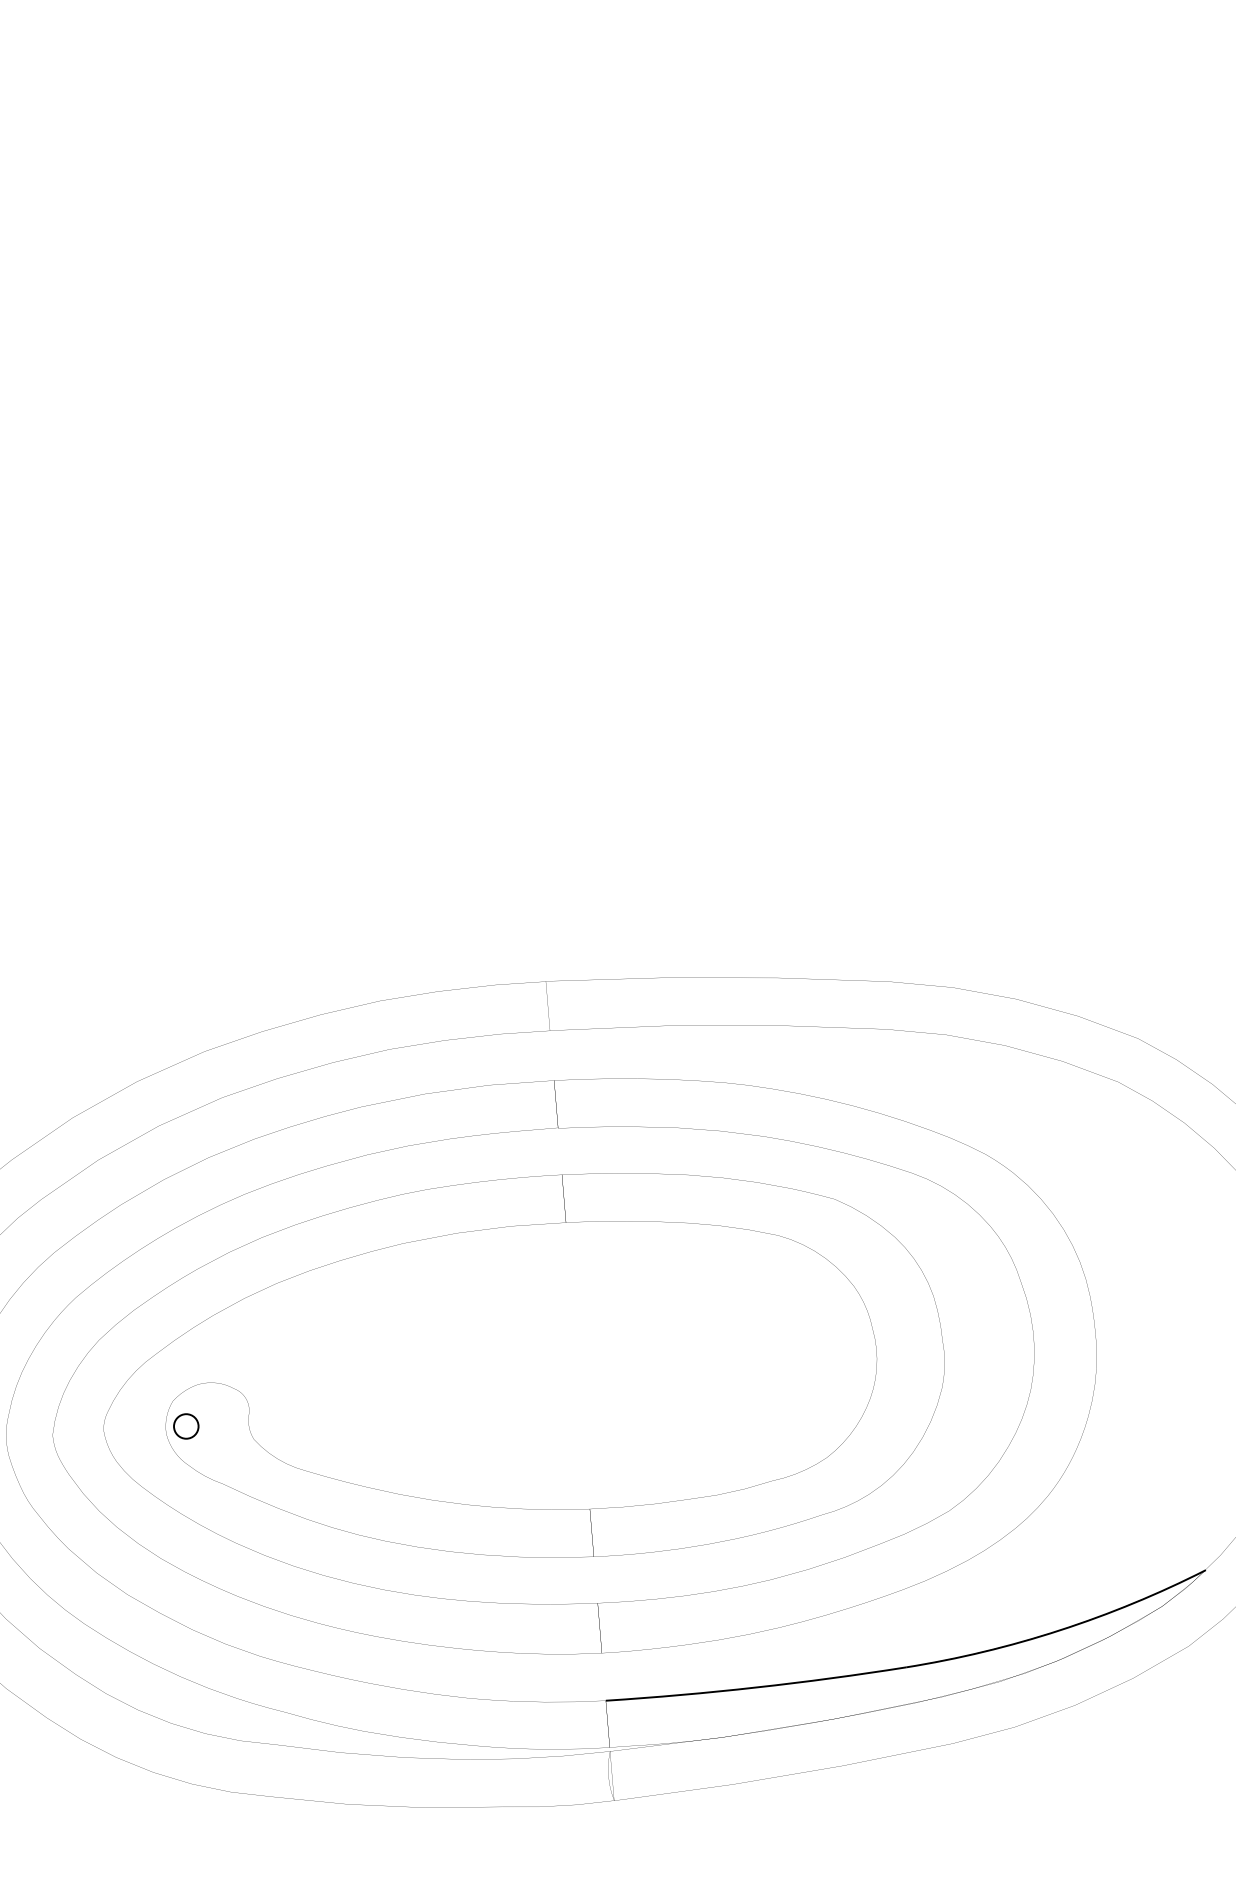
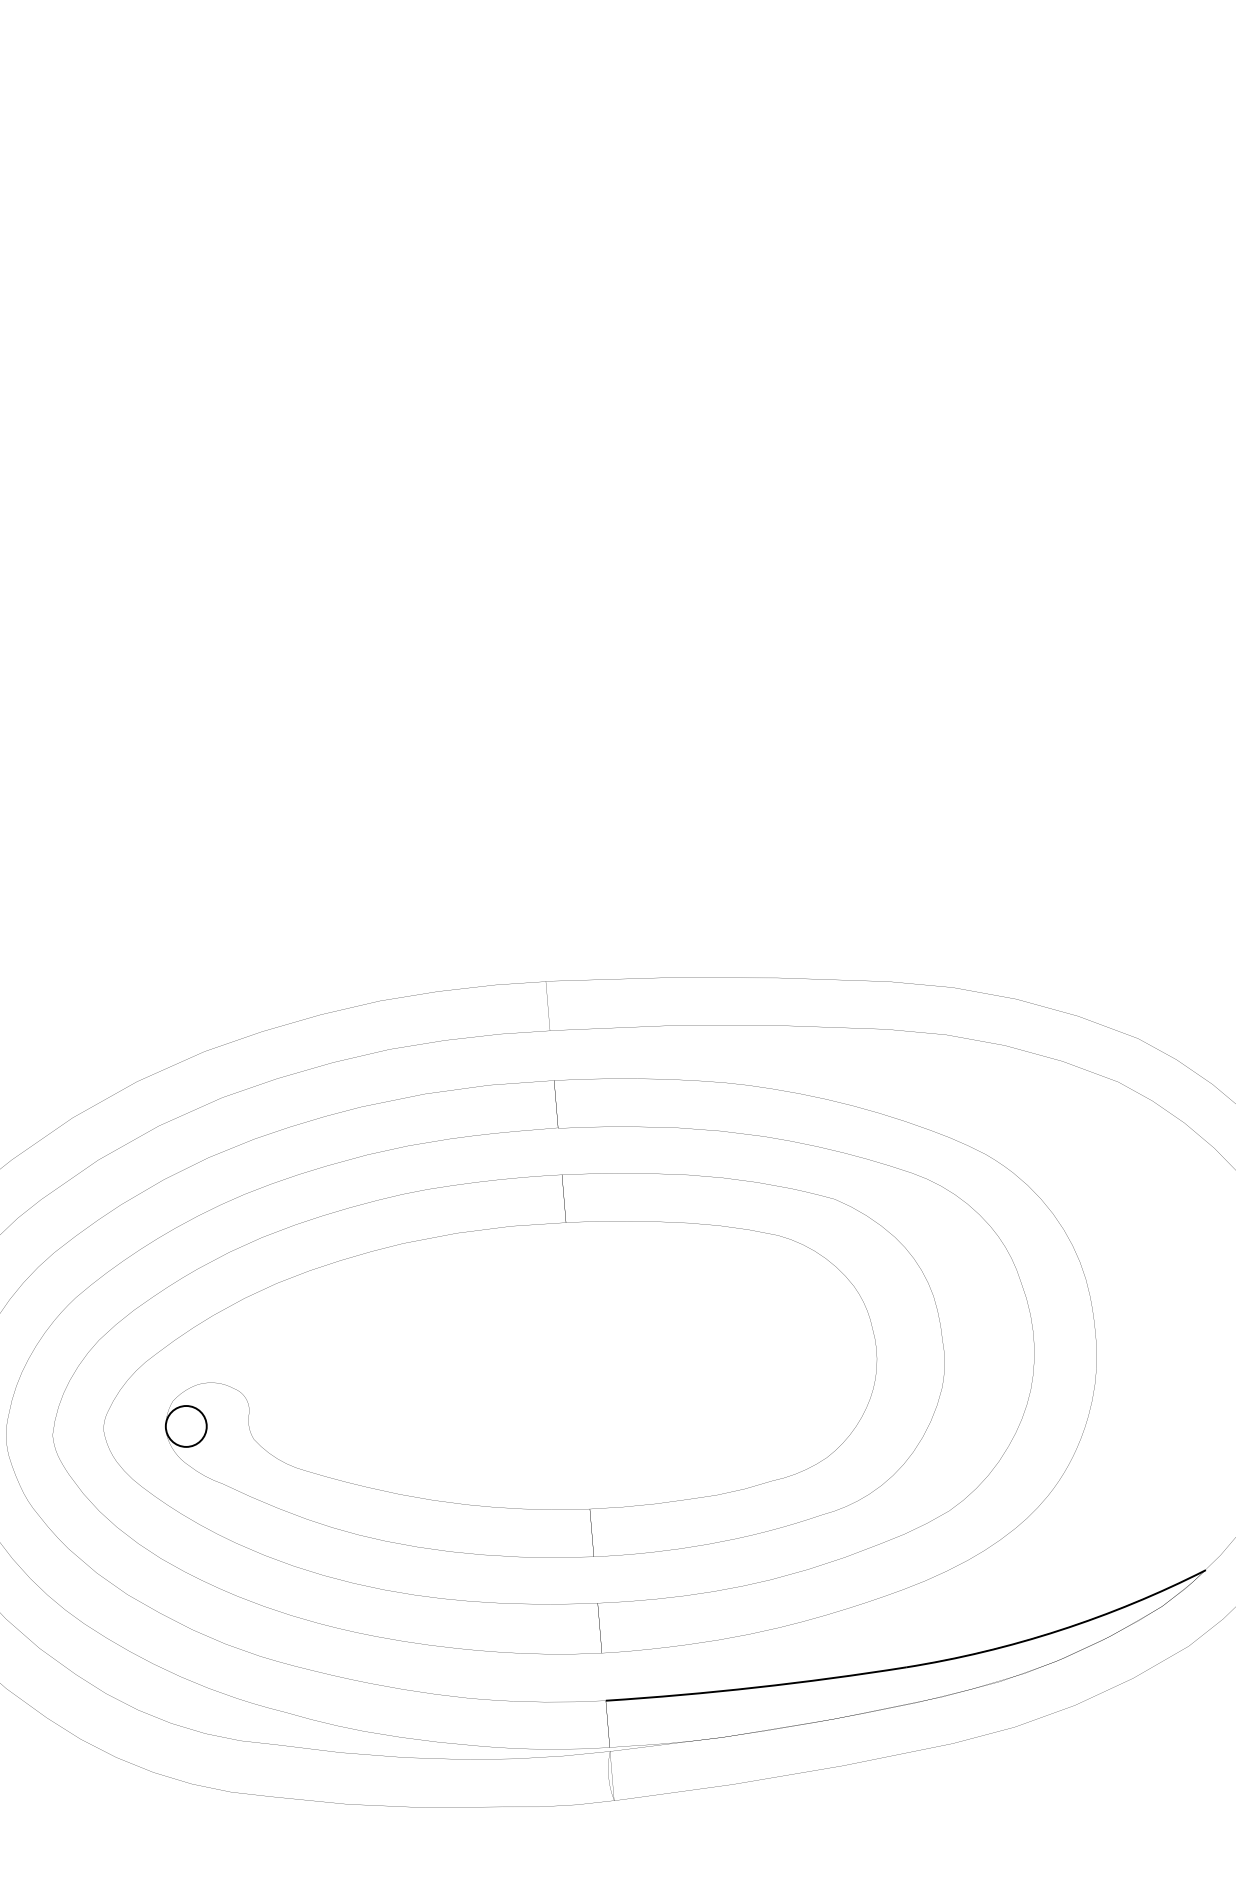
circle at (186, 1426) diameter: 25 px -> 41 px
